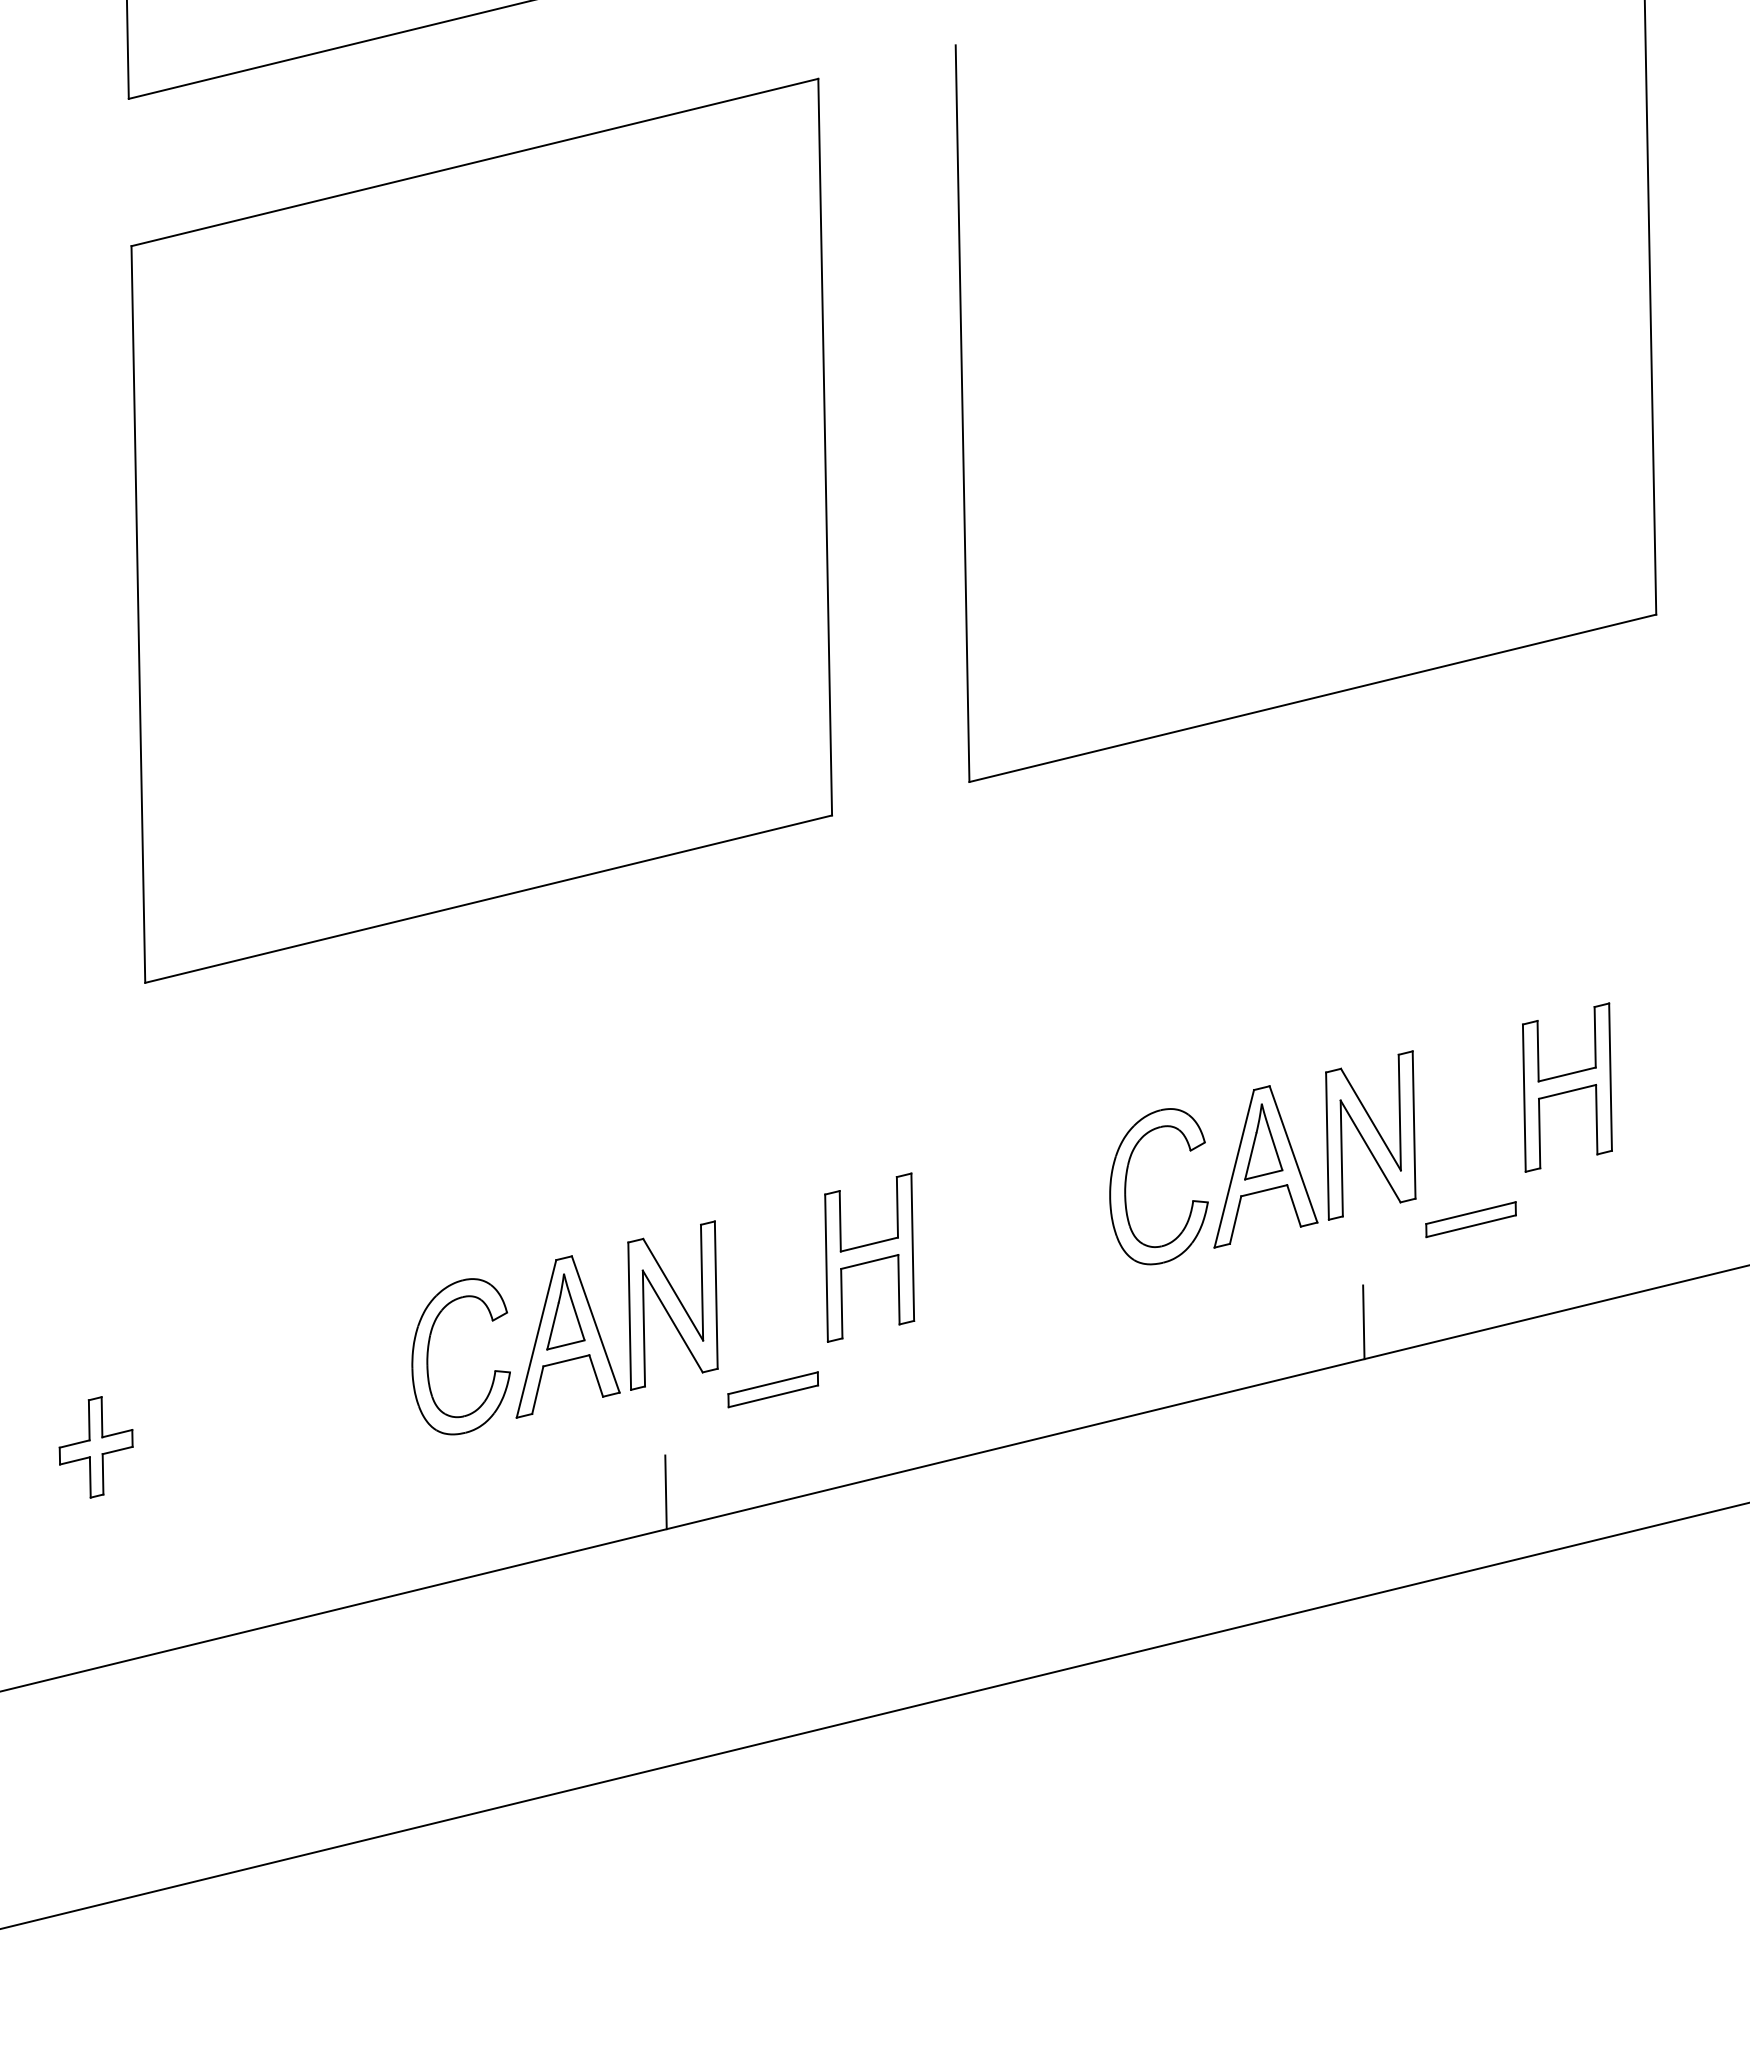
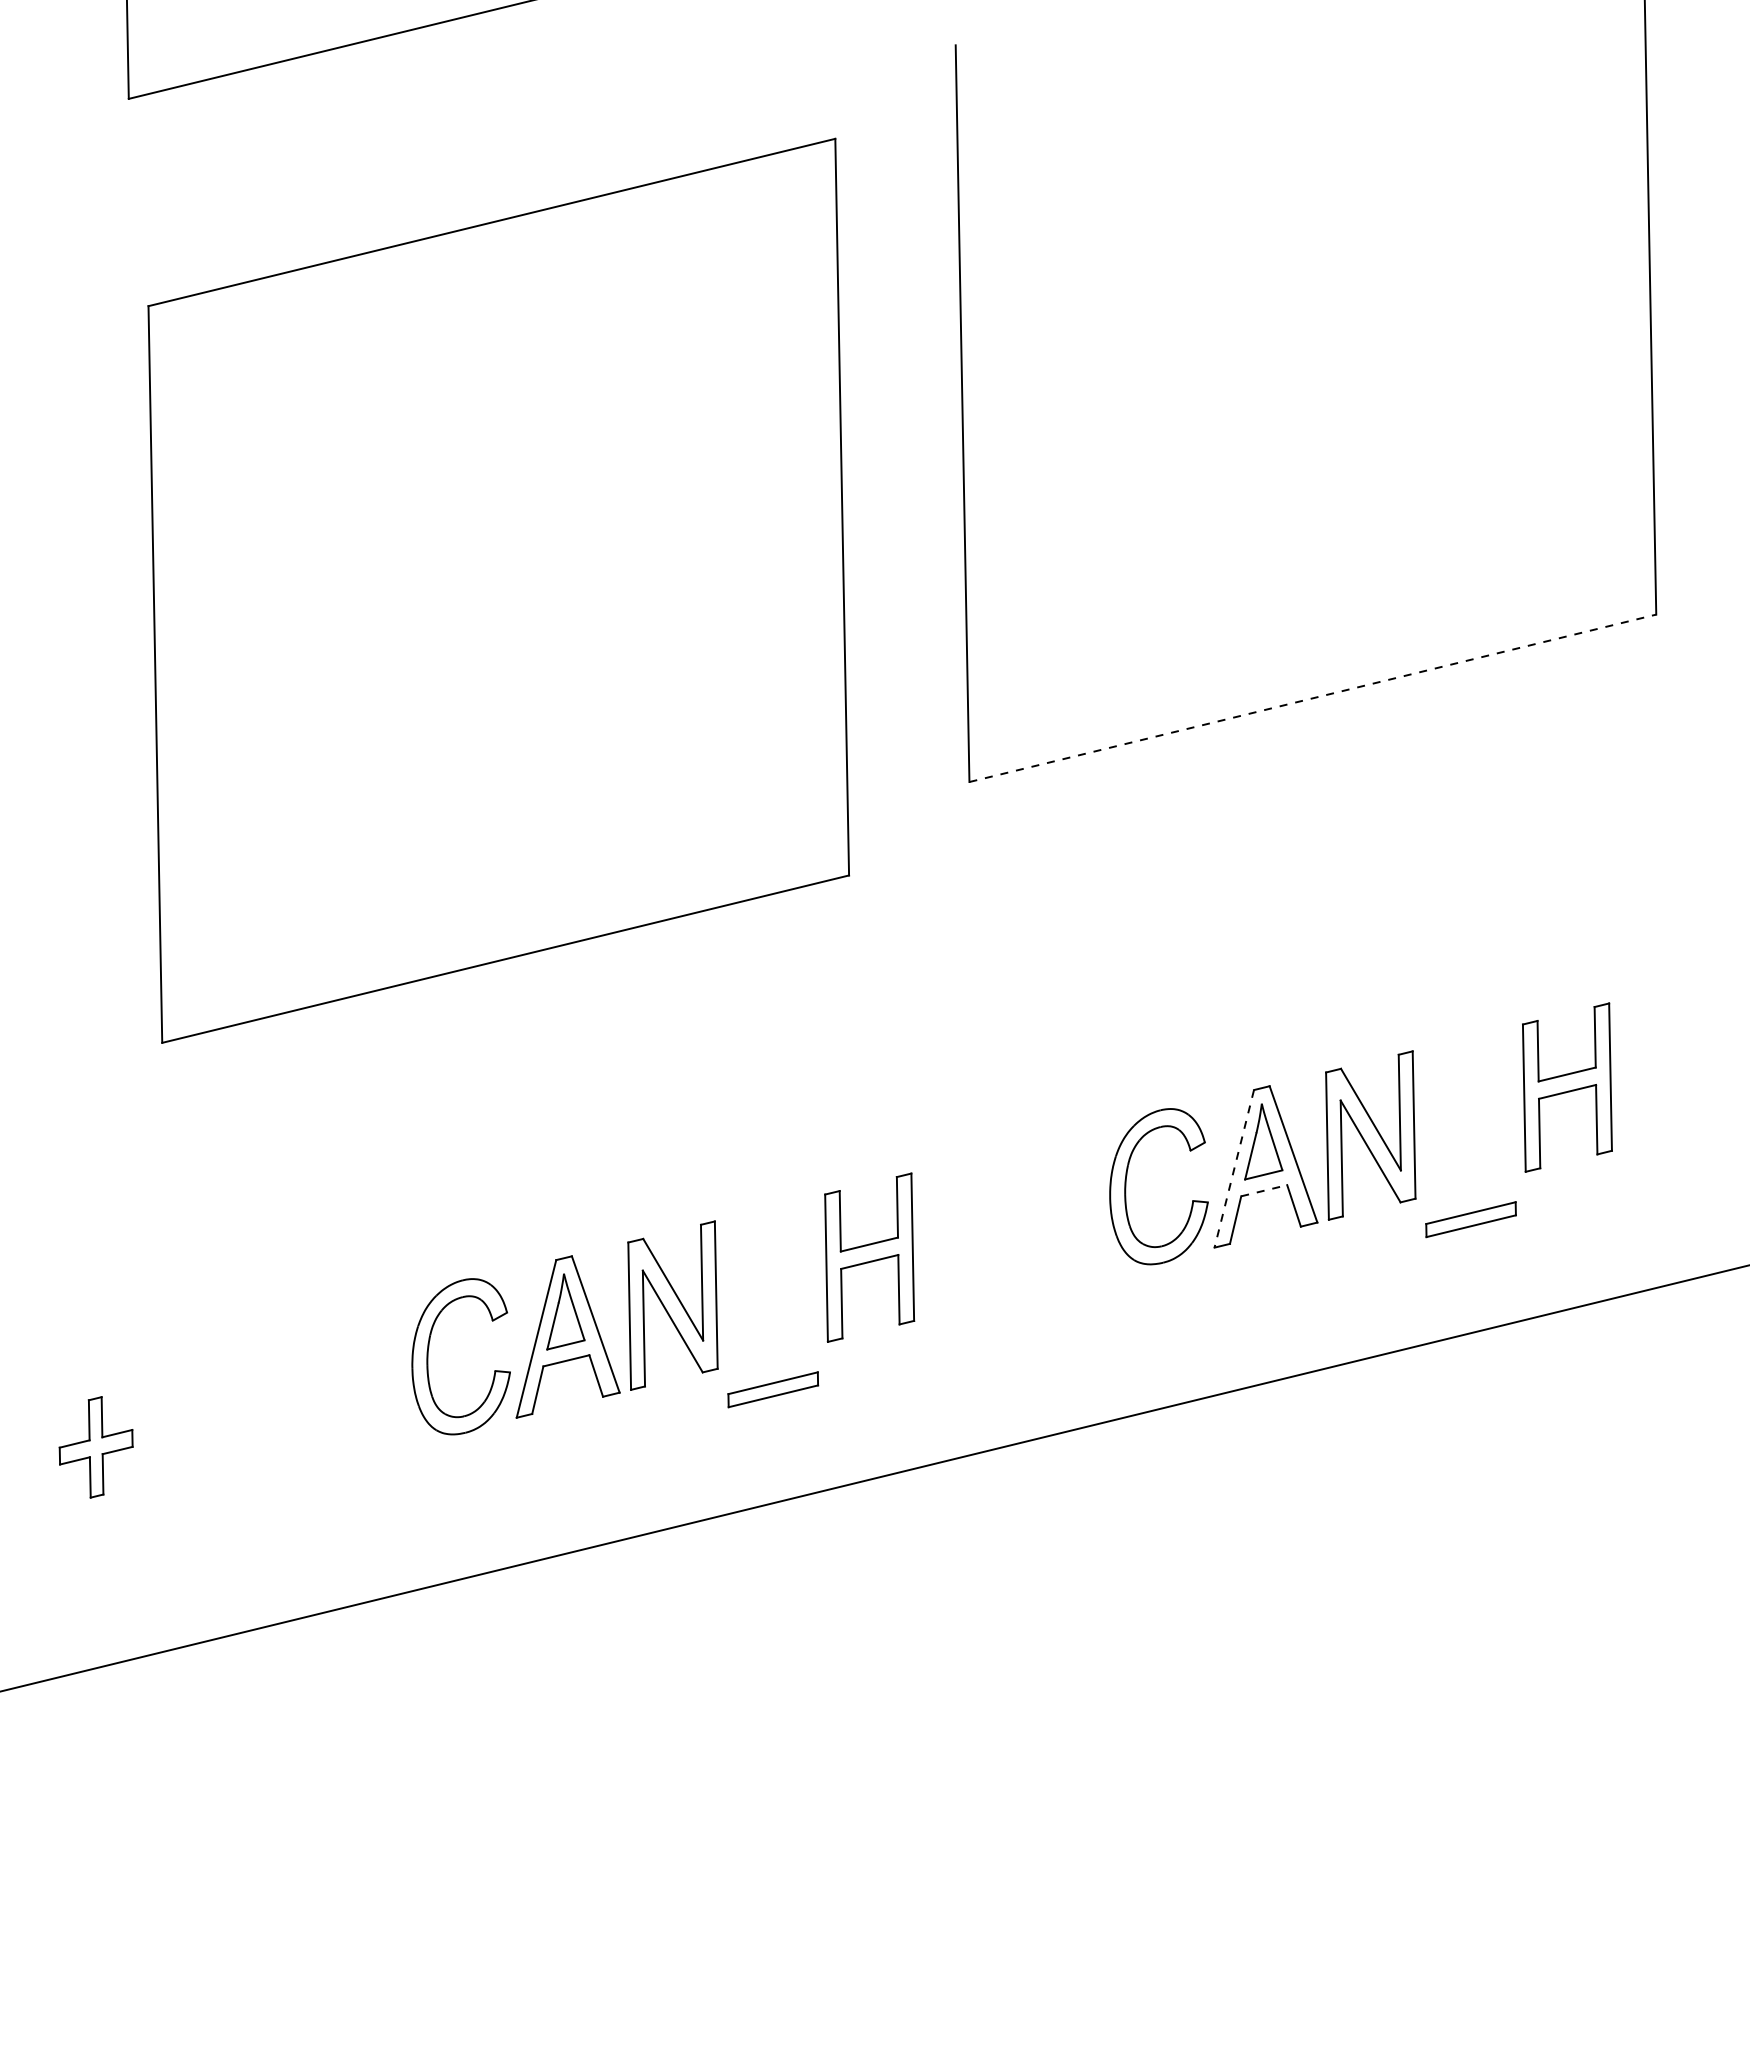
part at (481, 530) position: (481, 530) -> (498, 590)
line at (1313, 698): solid -> dashed
line at (1234, 1169): solid -> dashed
line at (1264, 1190): solid -> dashed
line at (1363, 1322): present -> none
line at (665, 1492): present -> none
line at (874, 1715): present -> none
